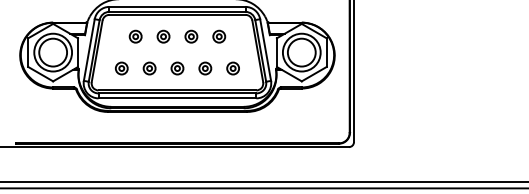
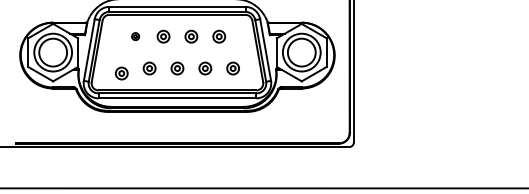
part at (135, 36) size: 15x15 px -> 10x10 px
part at (121, 68) position: (121, 68) -> (121, 73)
line at (263, 181): present -> none
